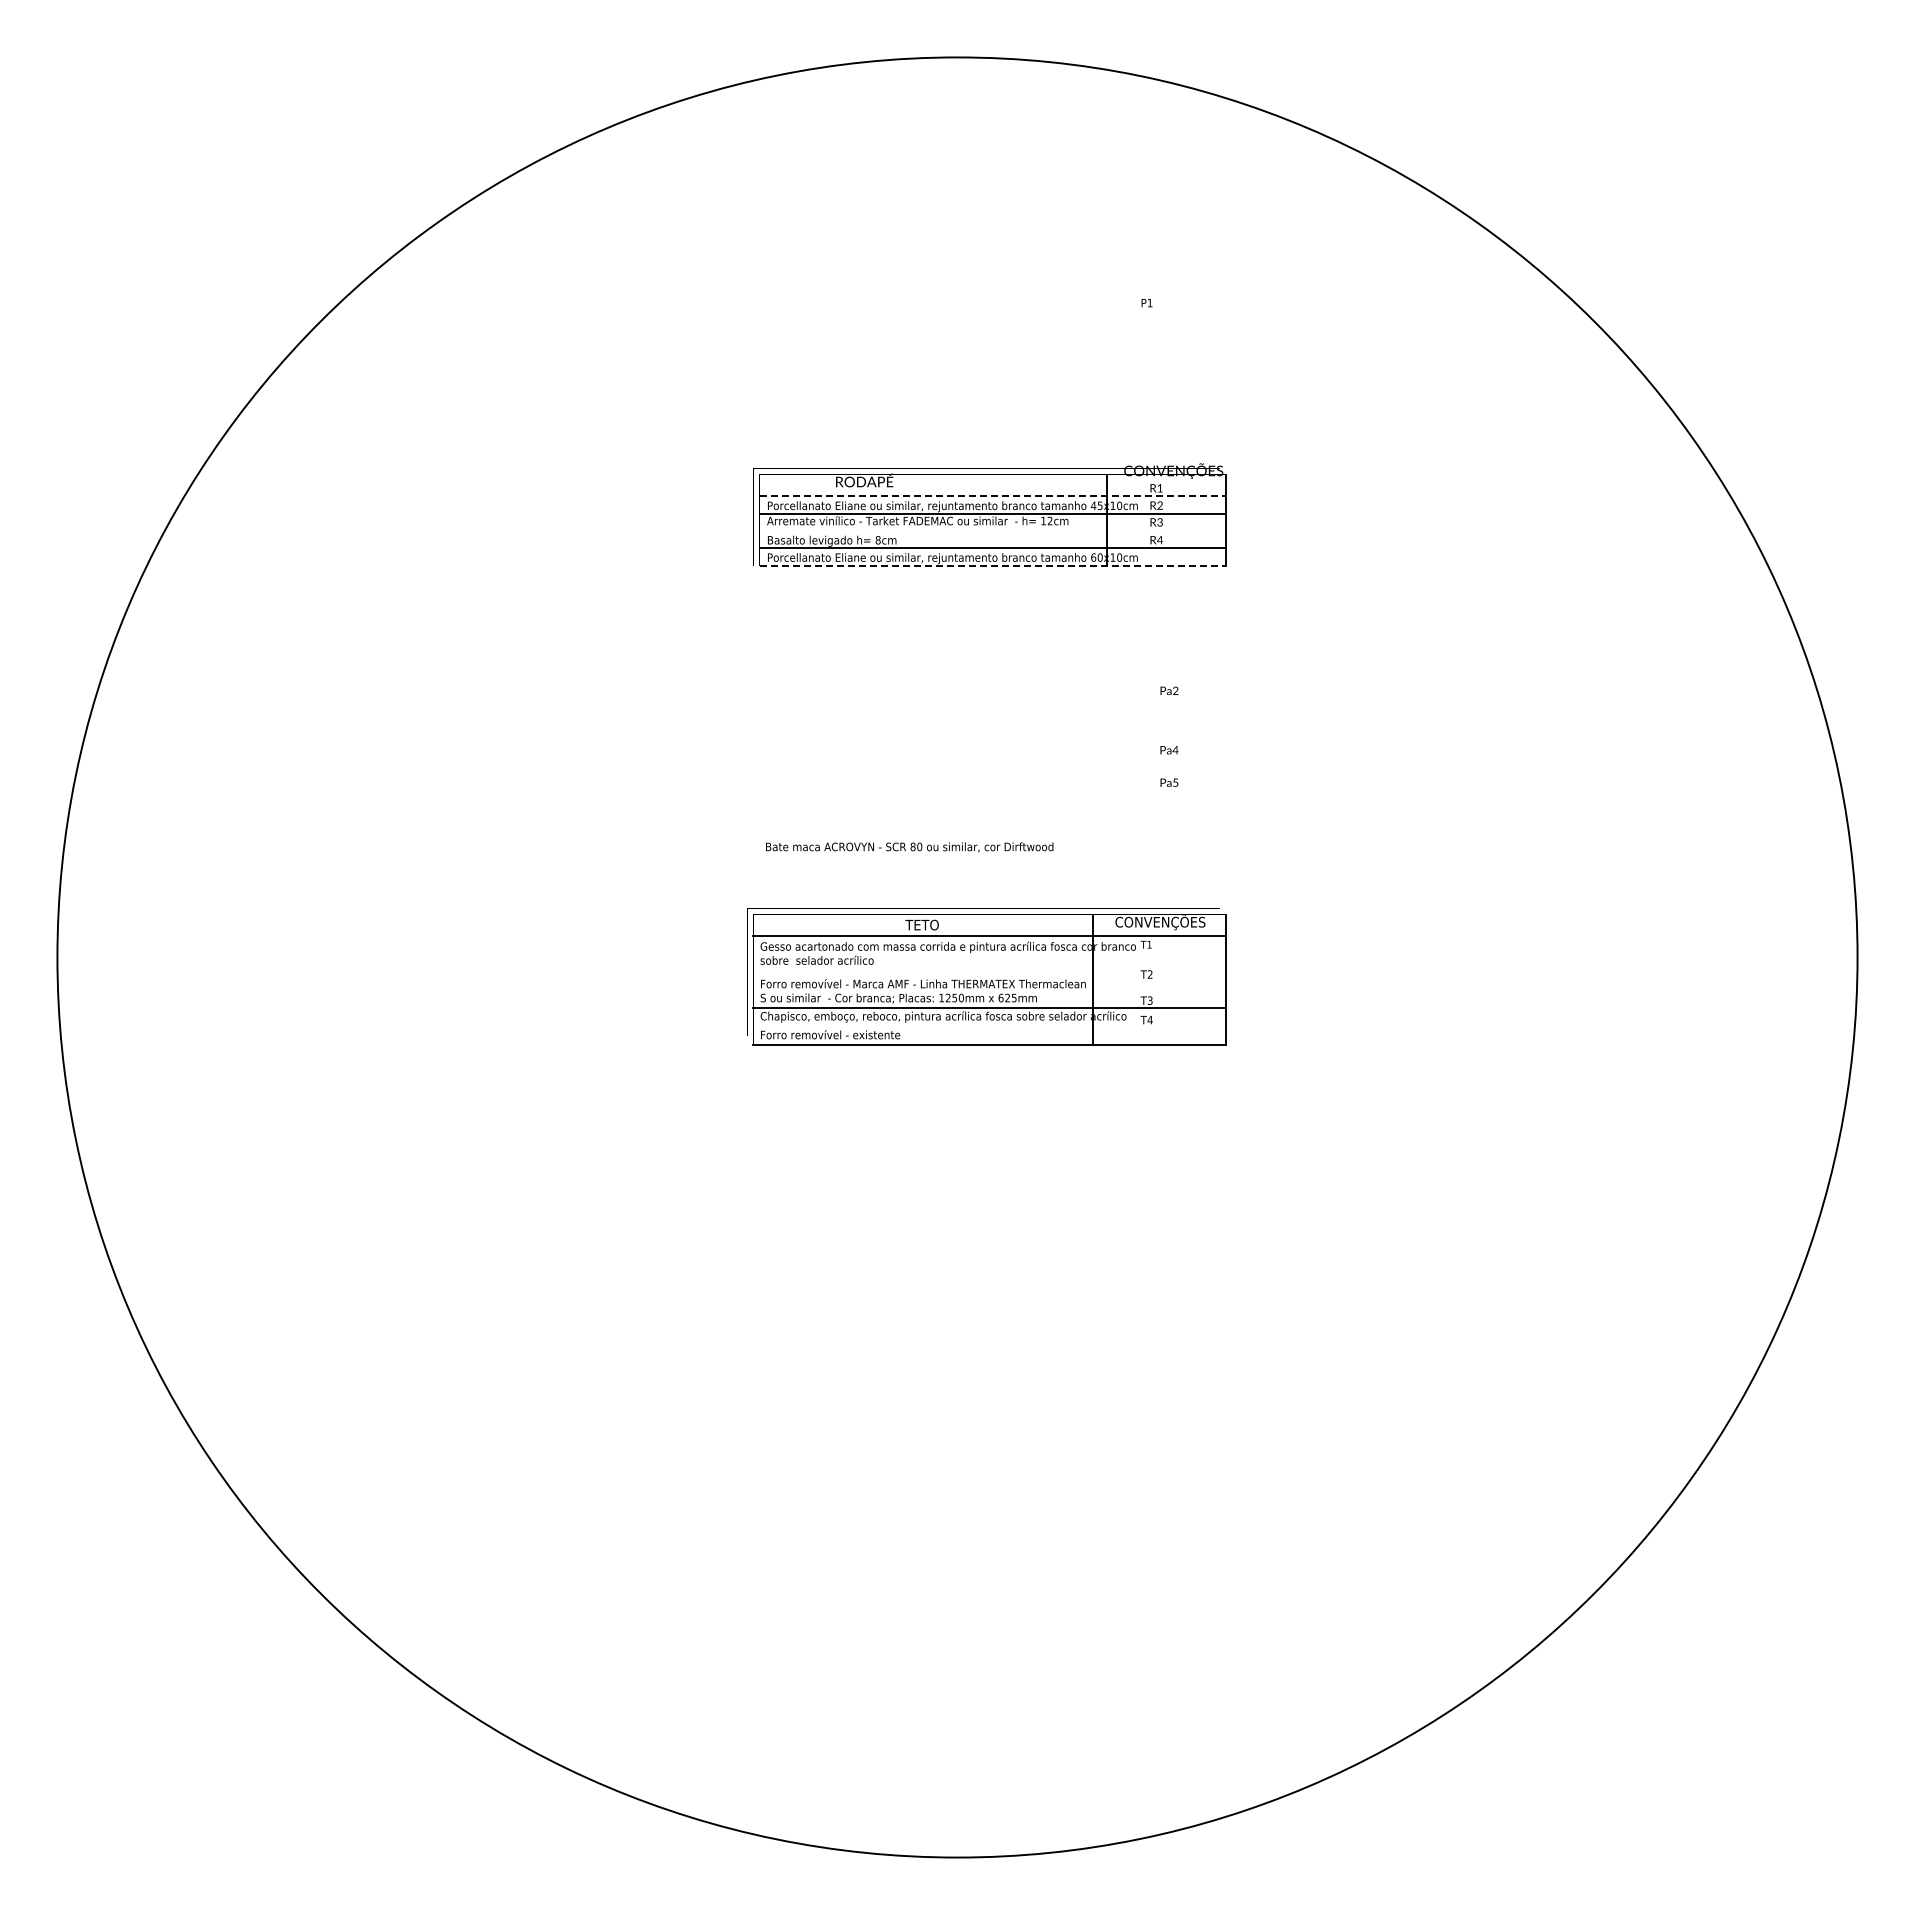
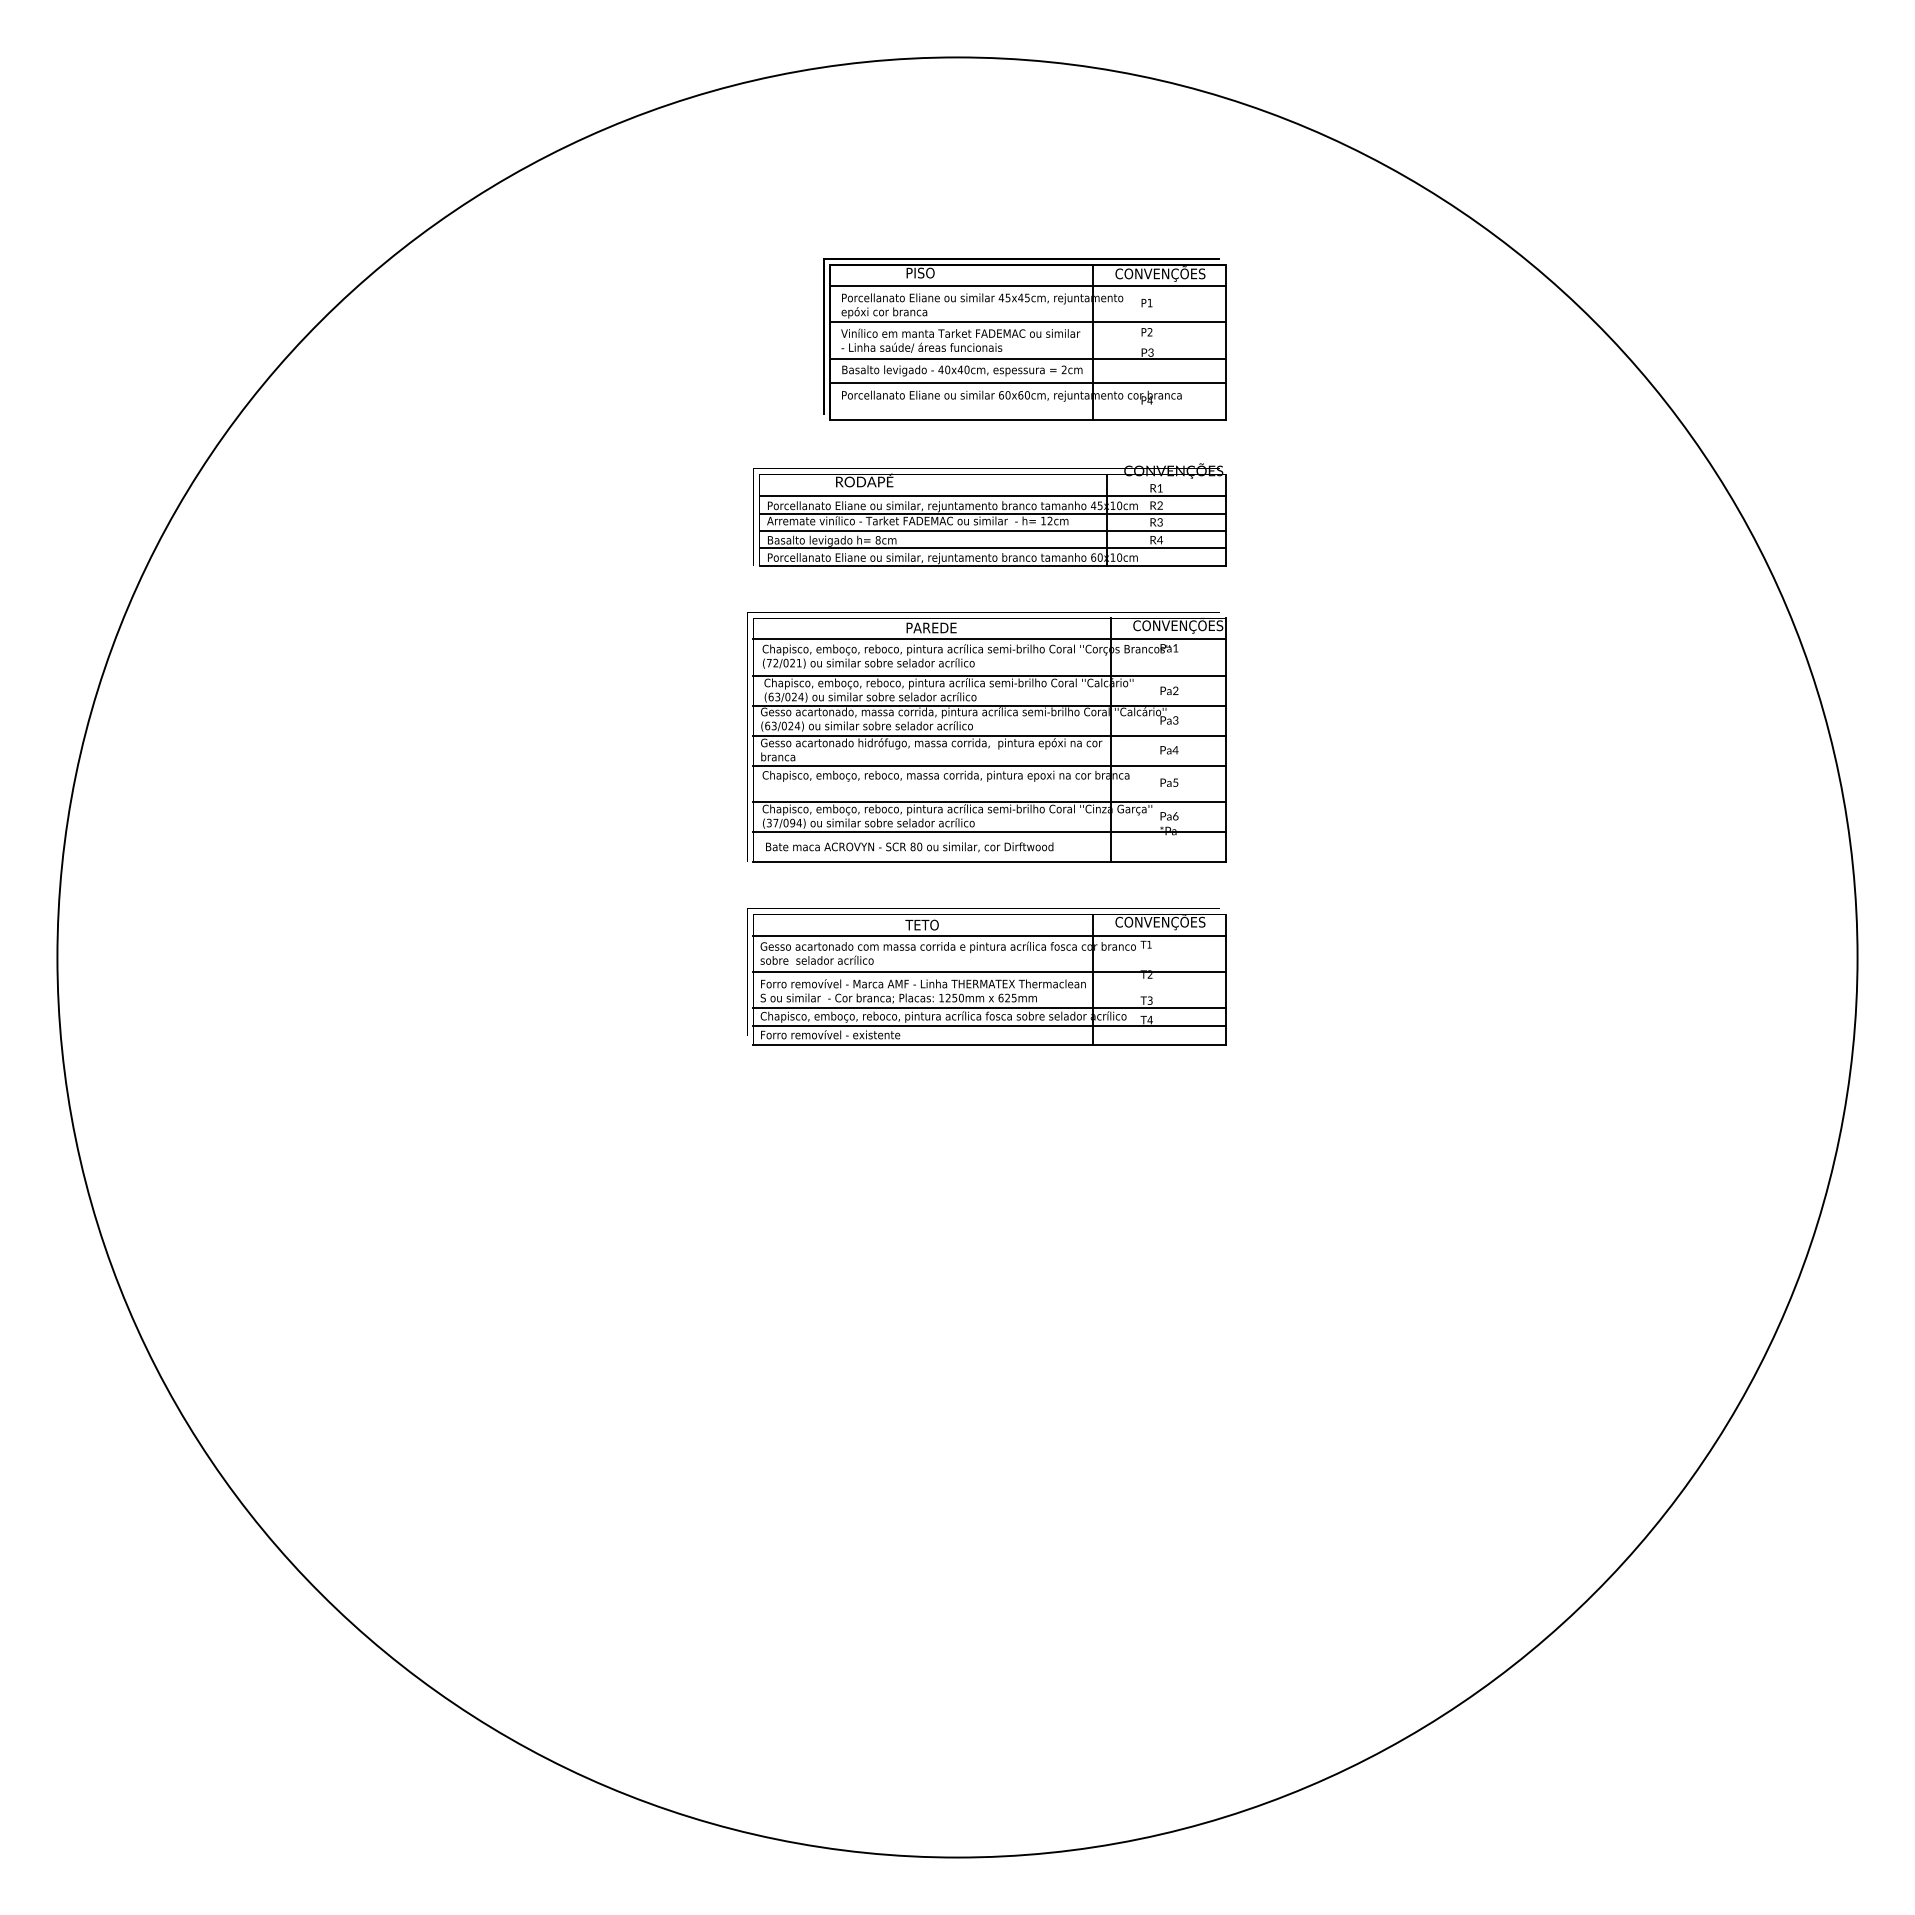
part at (1024, 339): none -> present
line at (993, 495): dashed -> solid
line at (992, 530): none -> present
line at (993, 565): dashed -> solid
part at (986, 737): none -> present
line at (989, 972): none -> present
line at (989, 1026): none -> present
